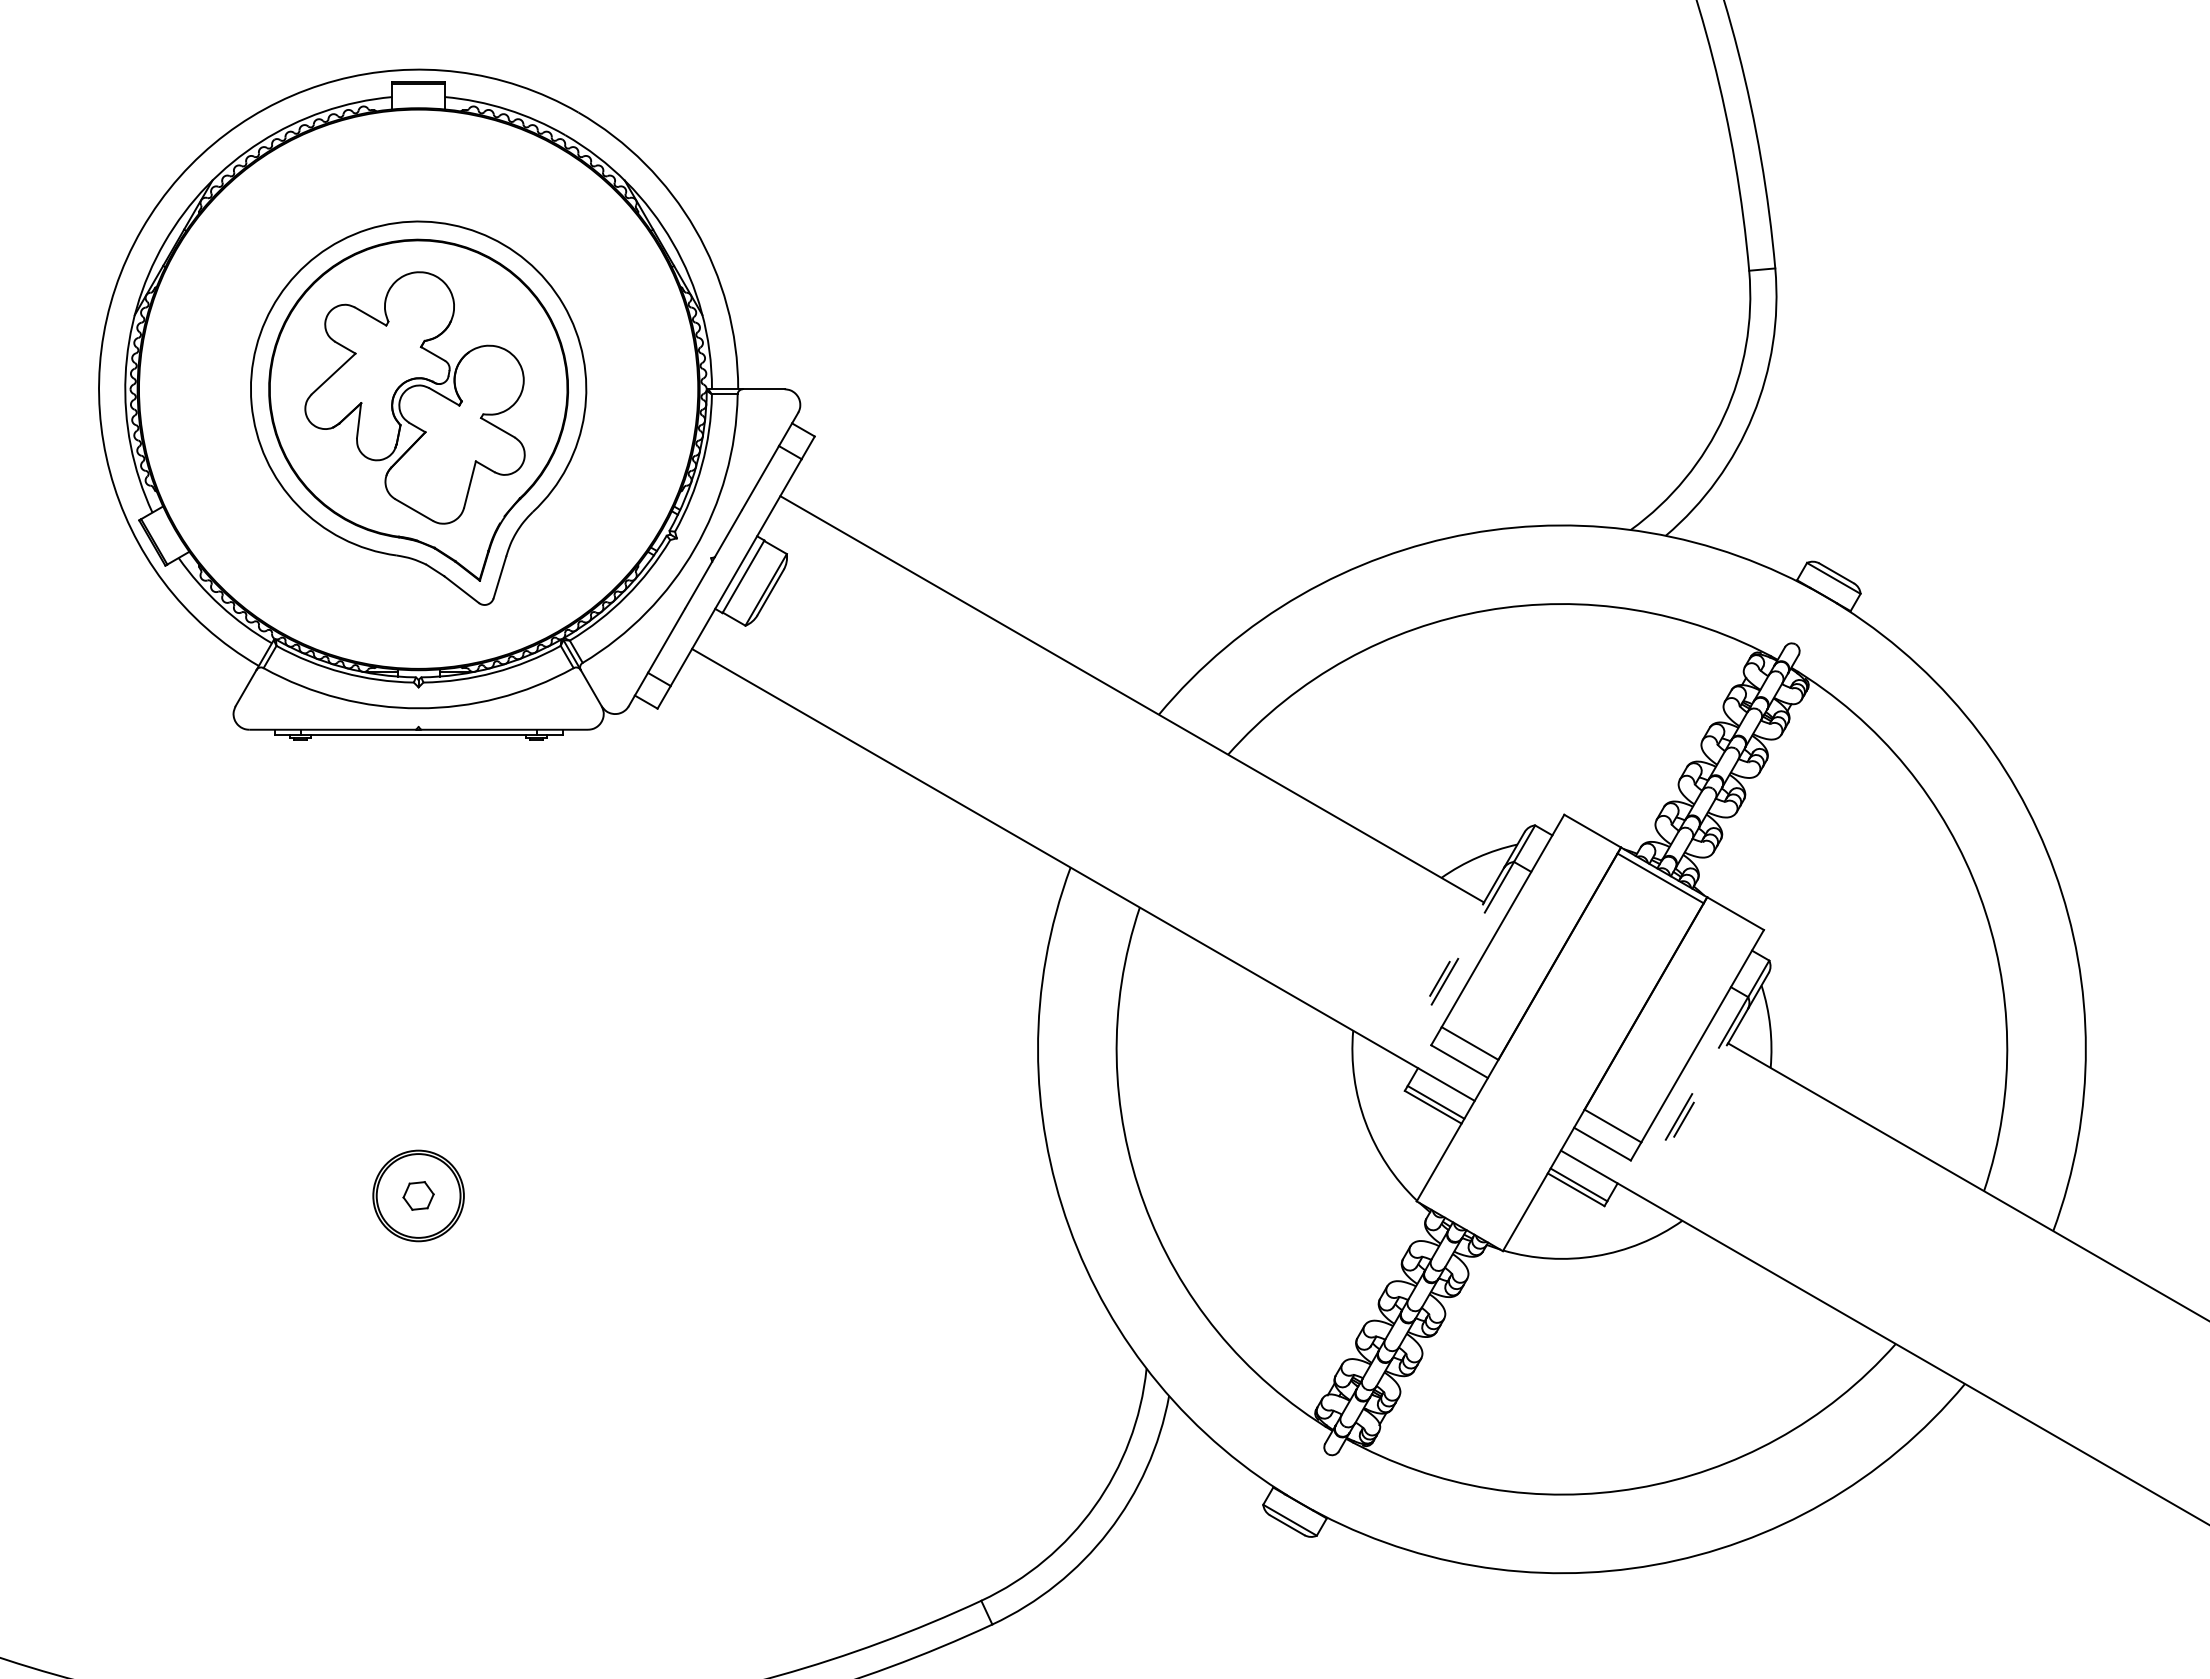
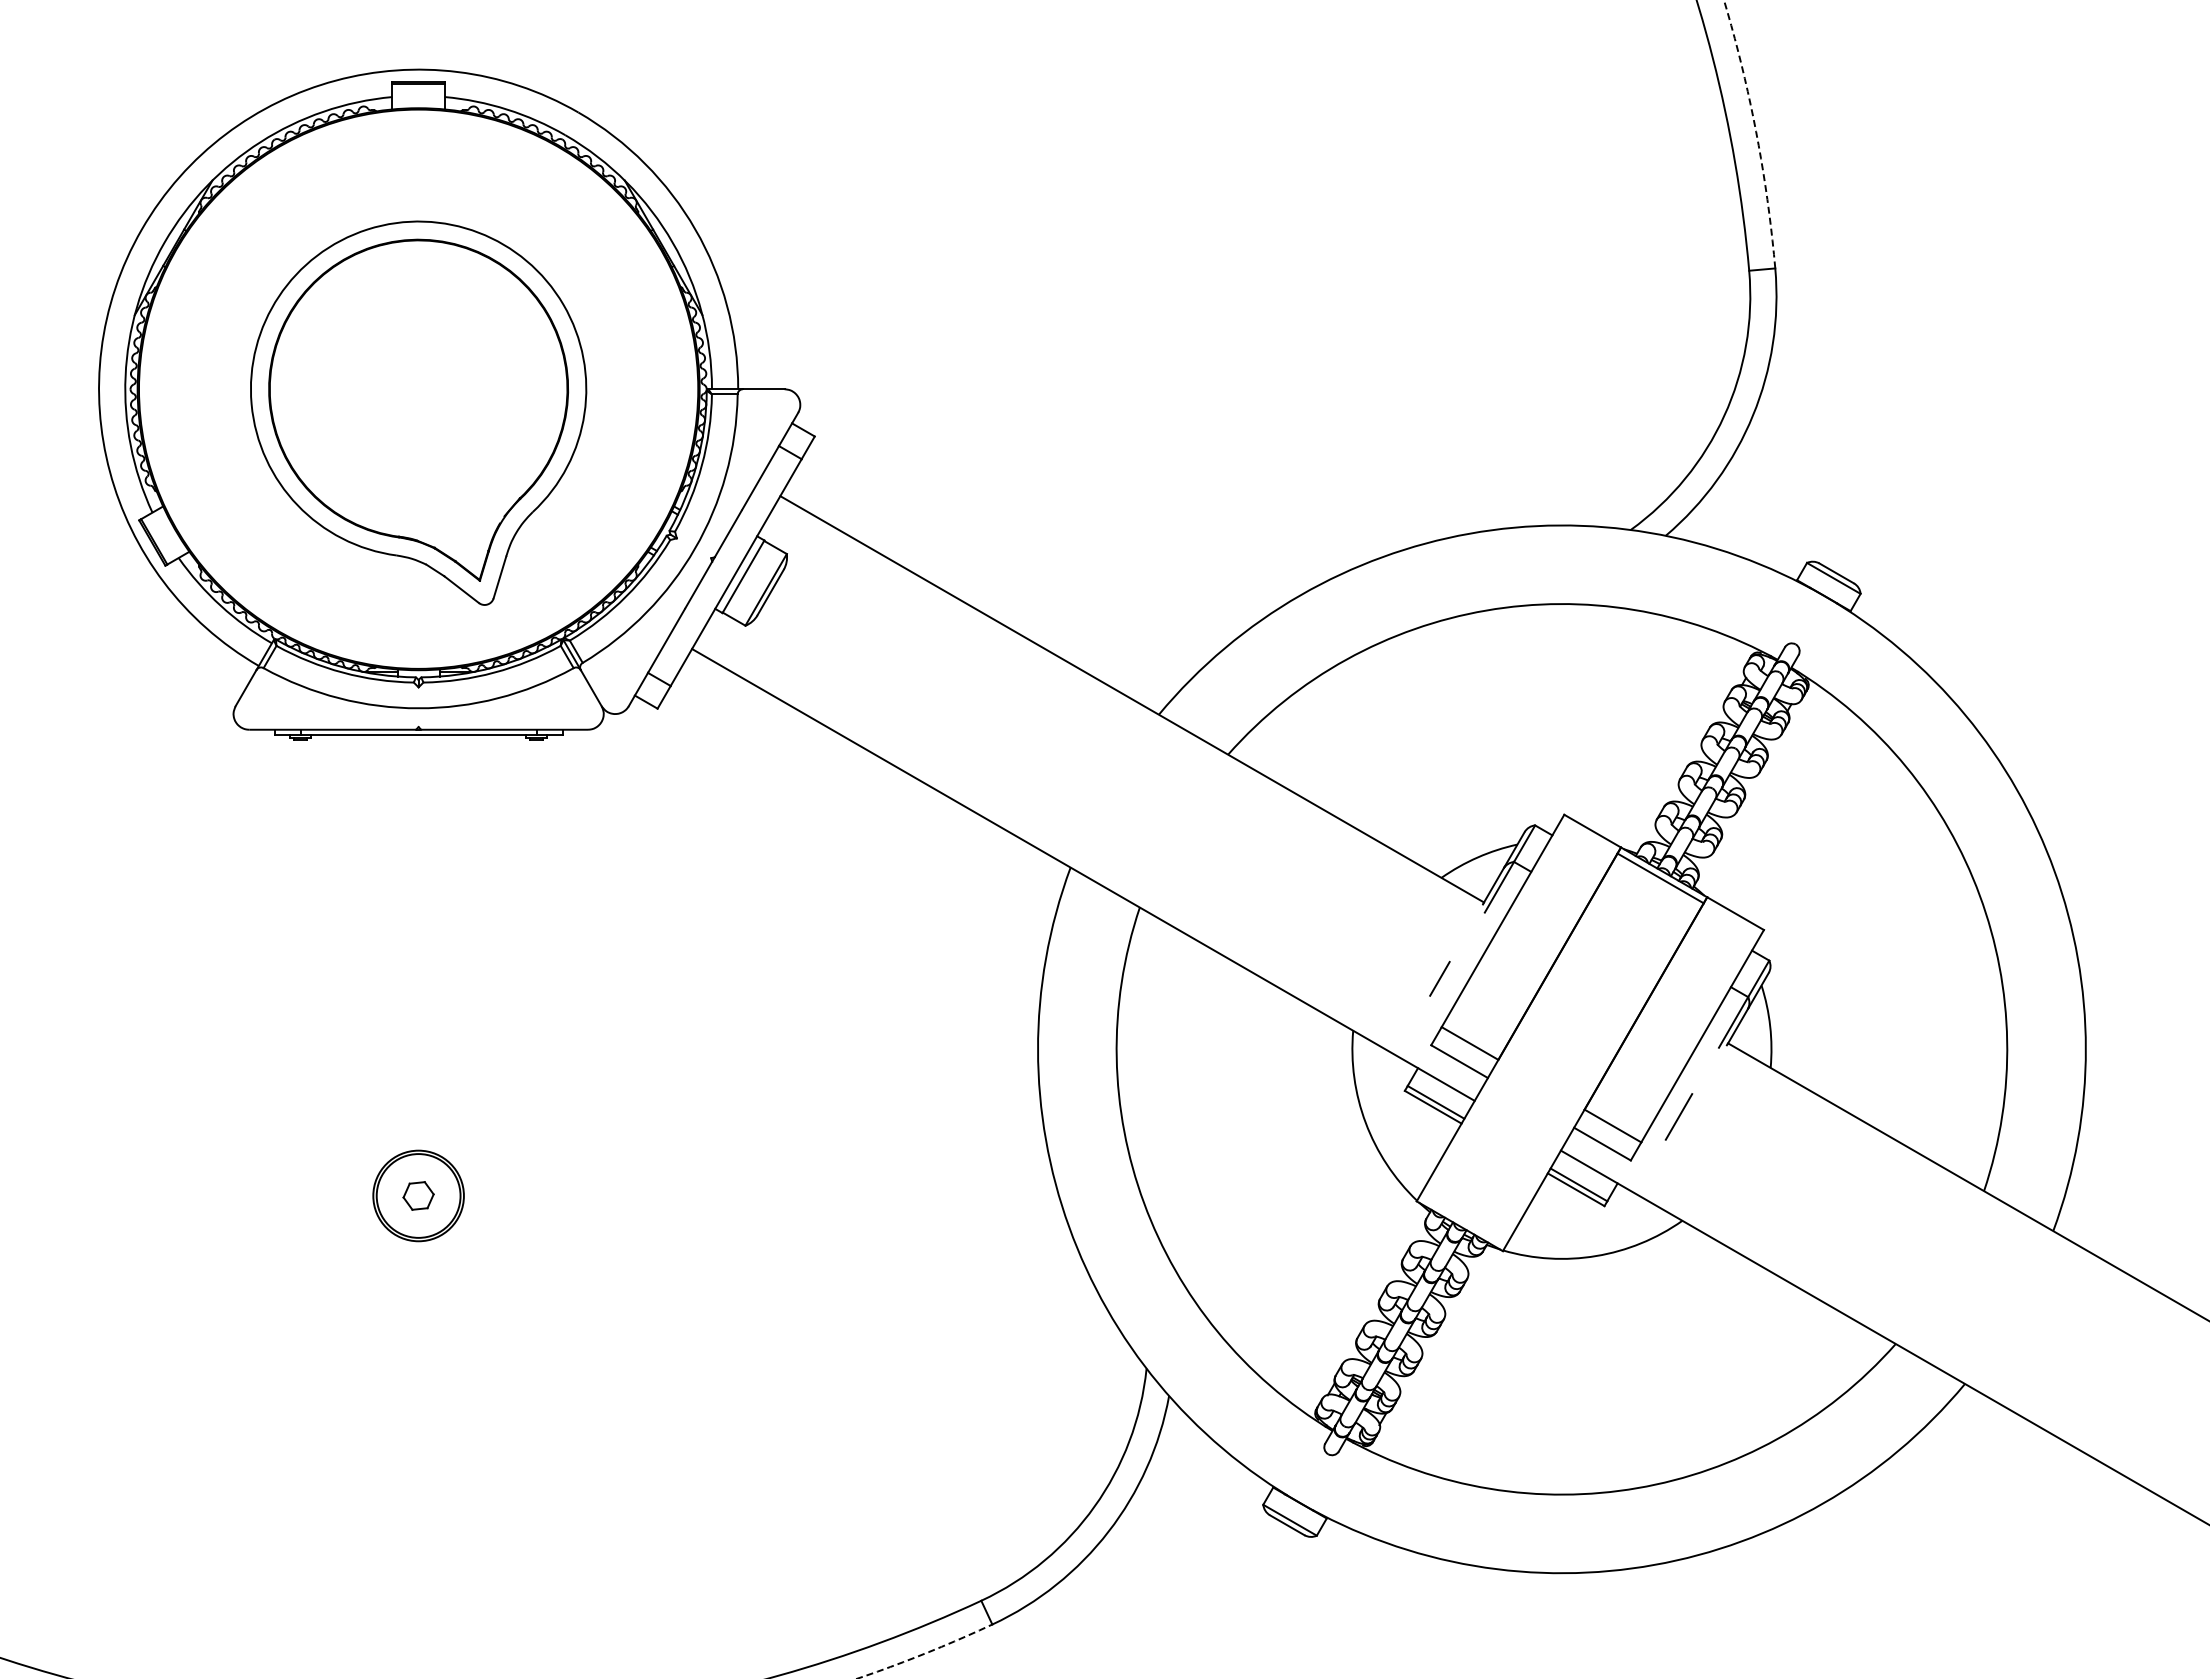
arc at (1740, 61): solid -> dashed
part at (414, 397): present -> none
line at (1444, 981): present -> none
line at (1683, 1119): present -> none
